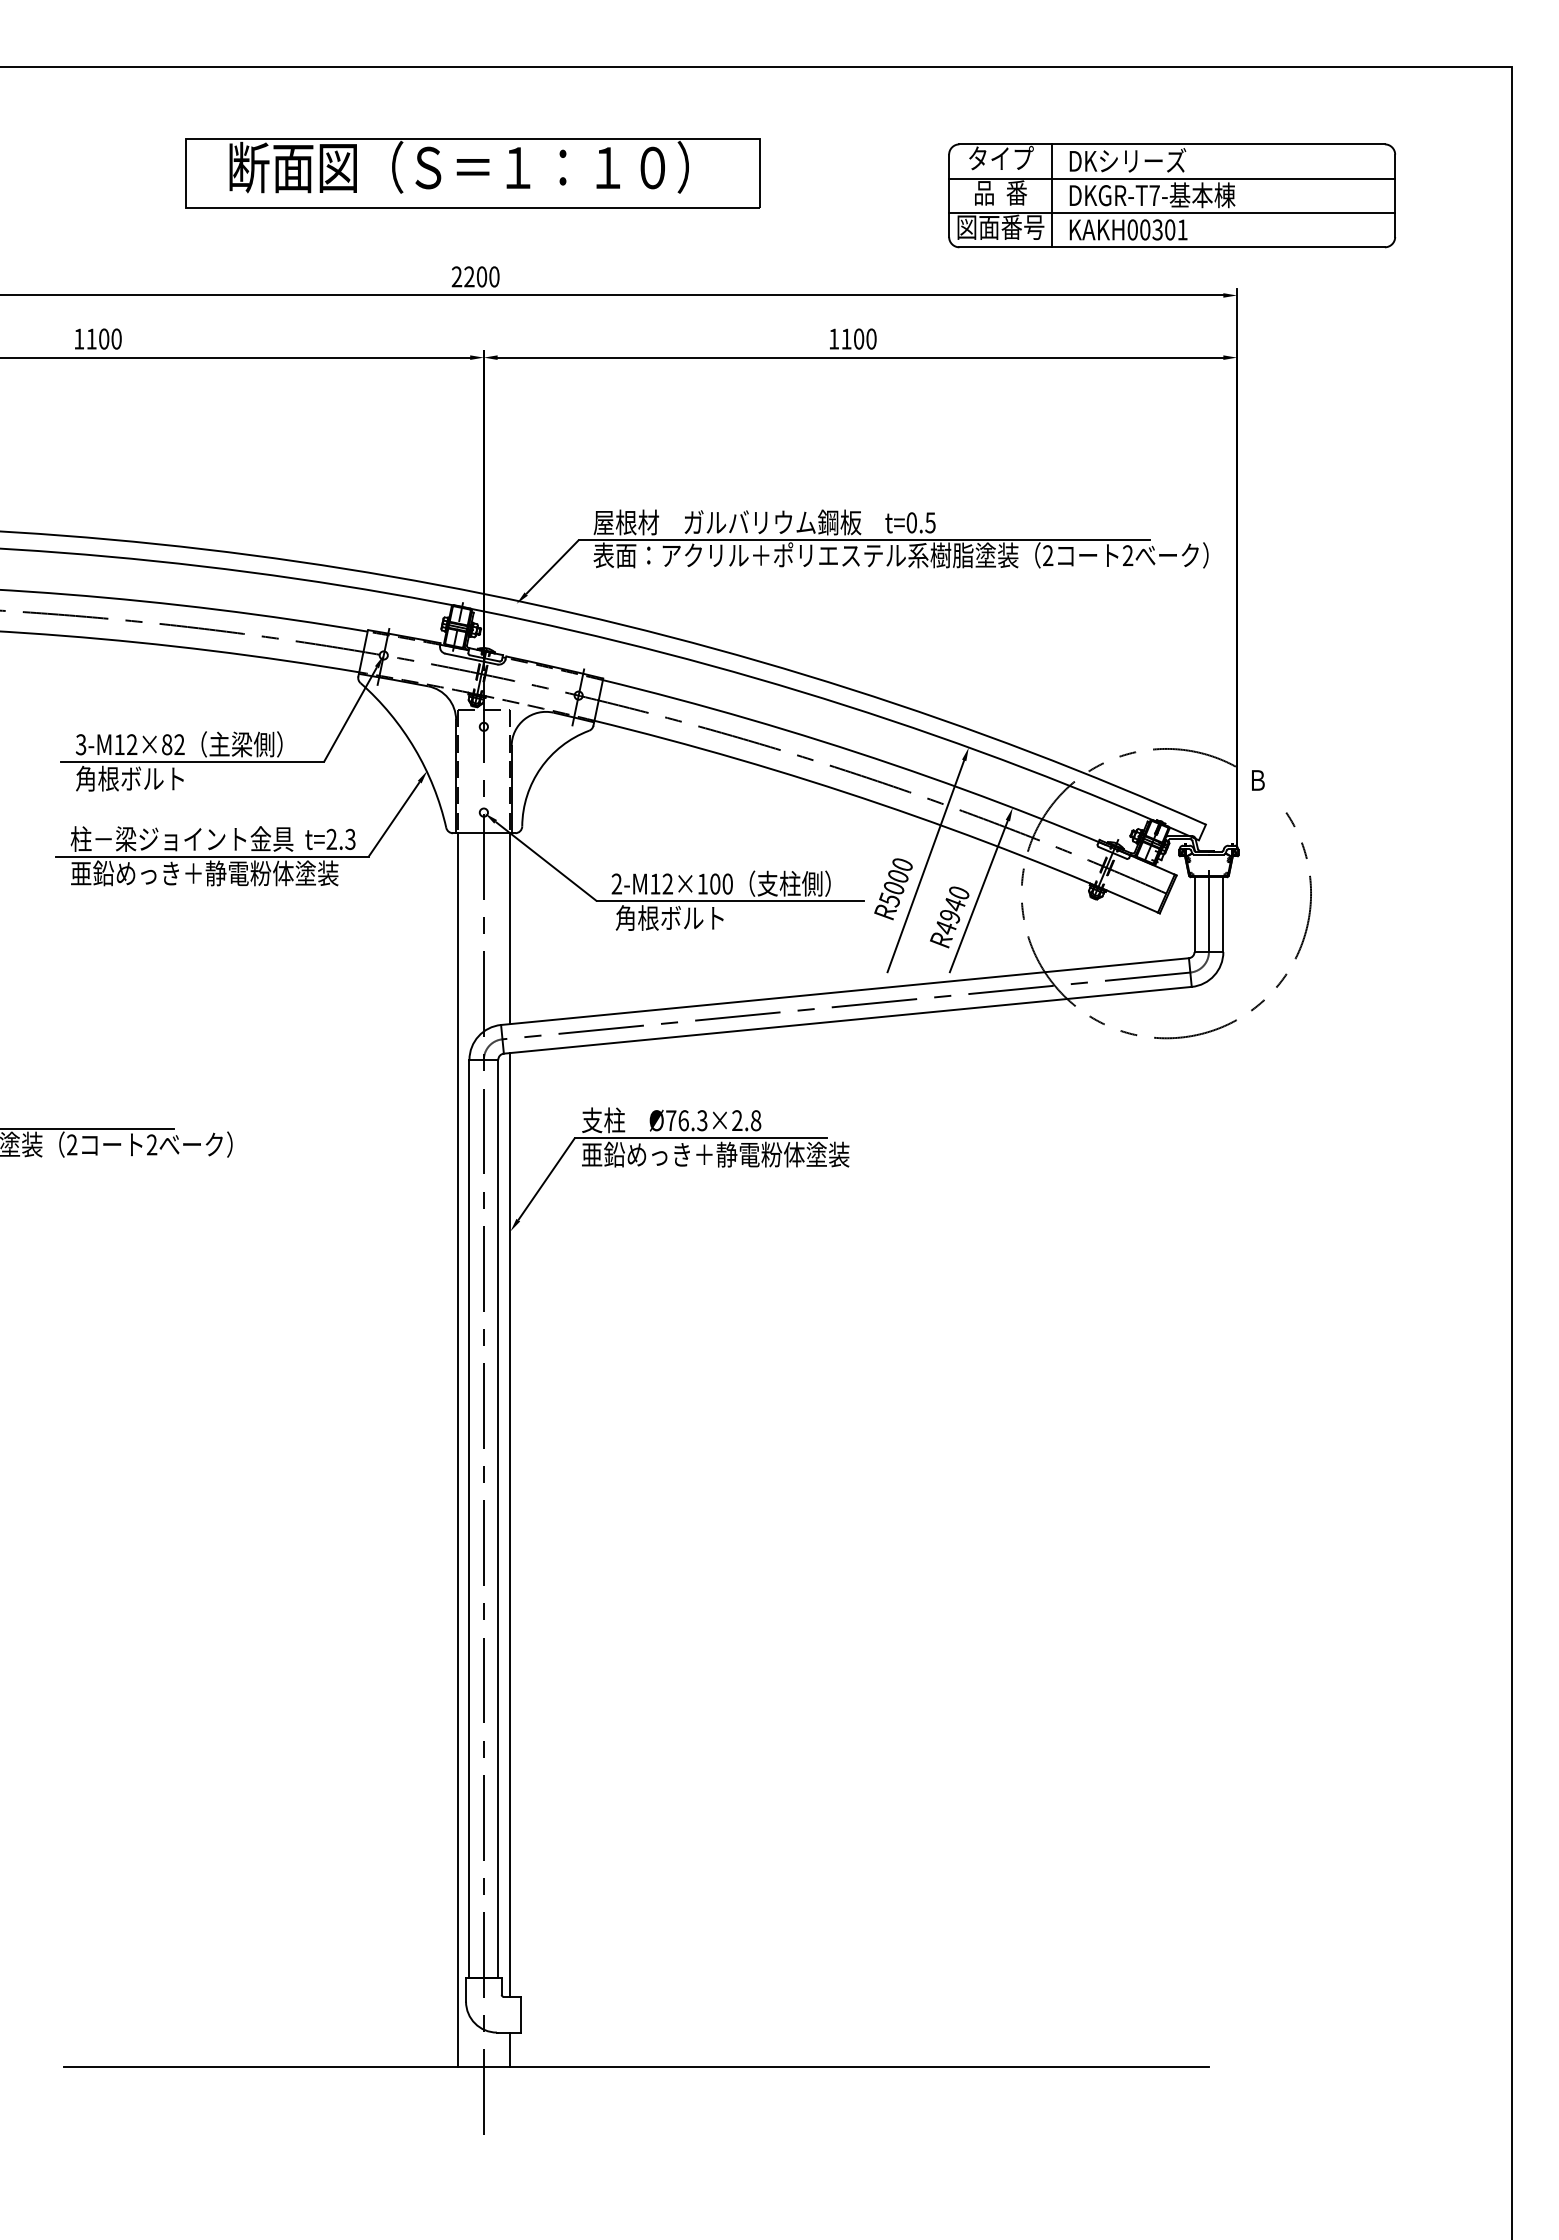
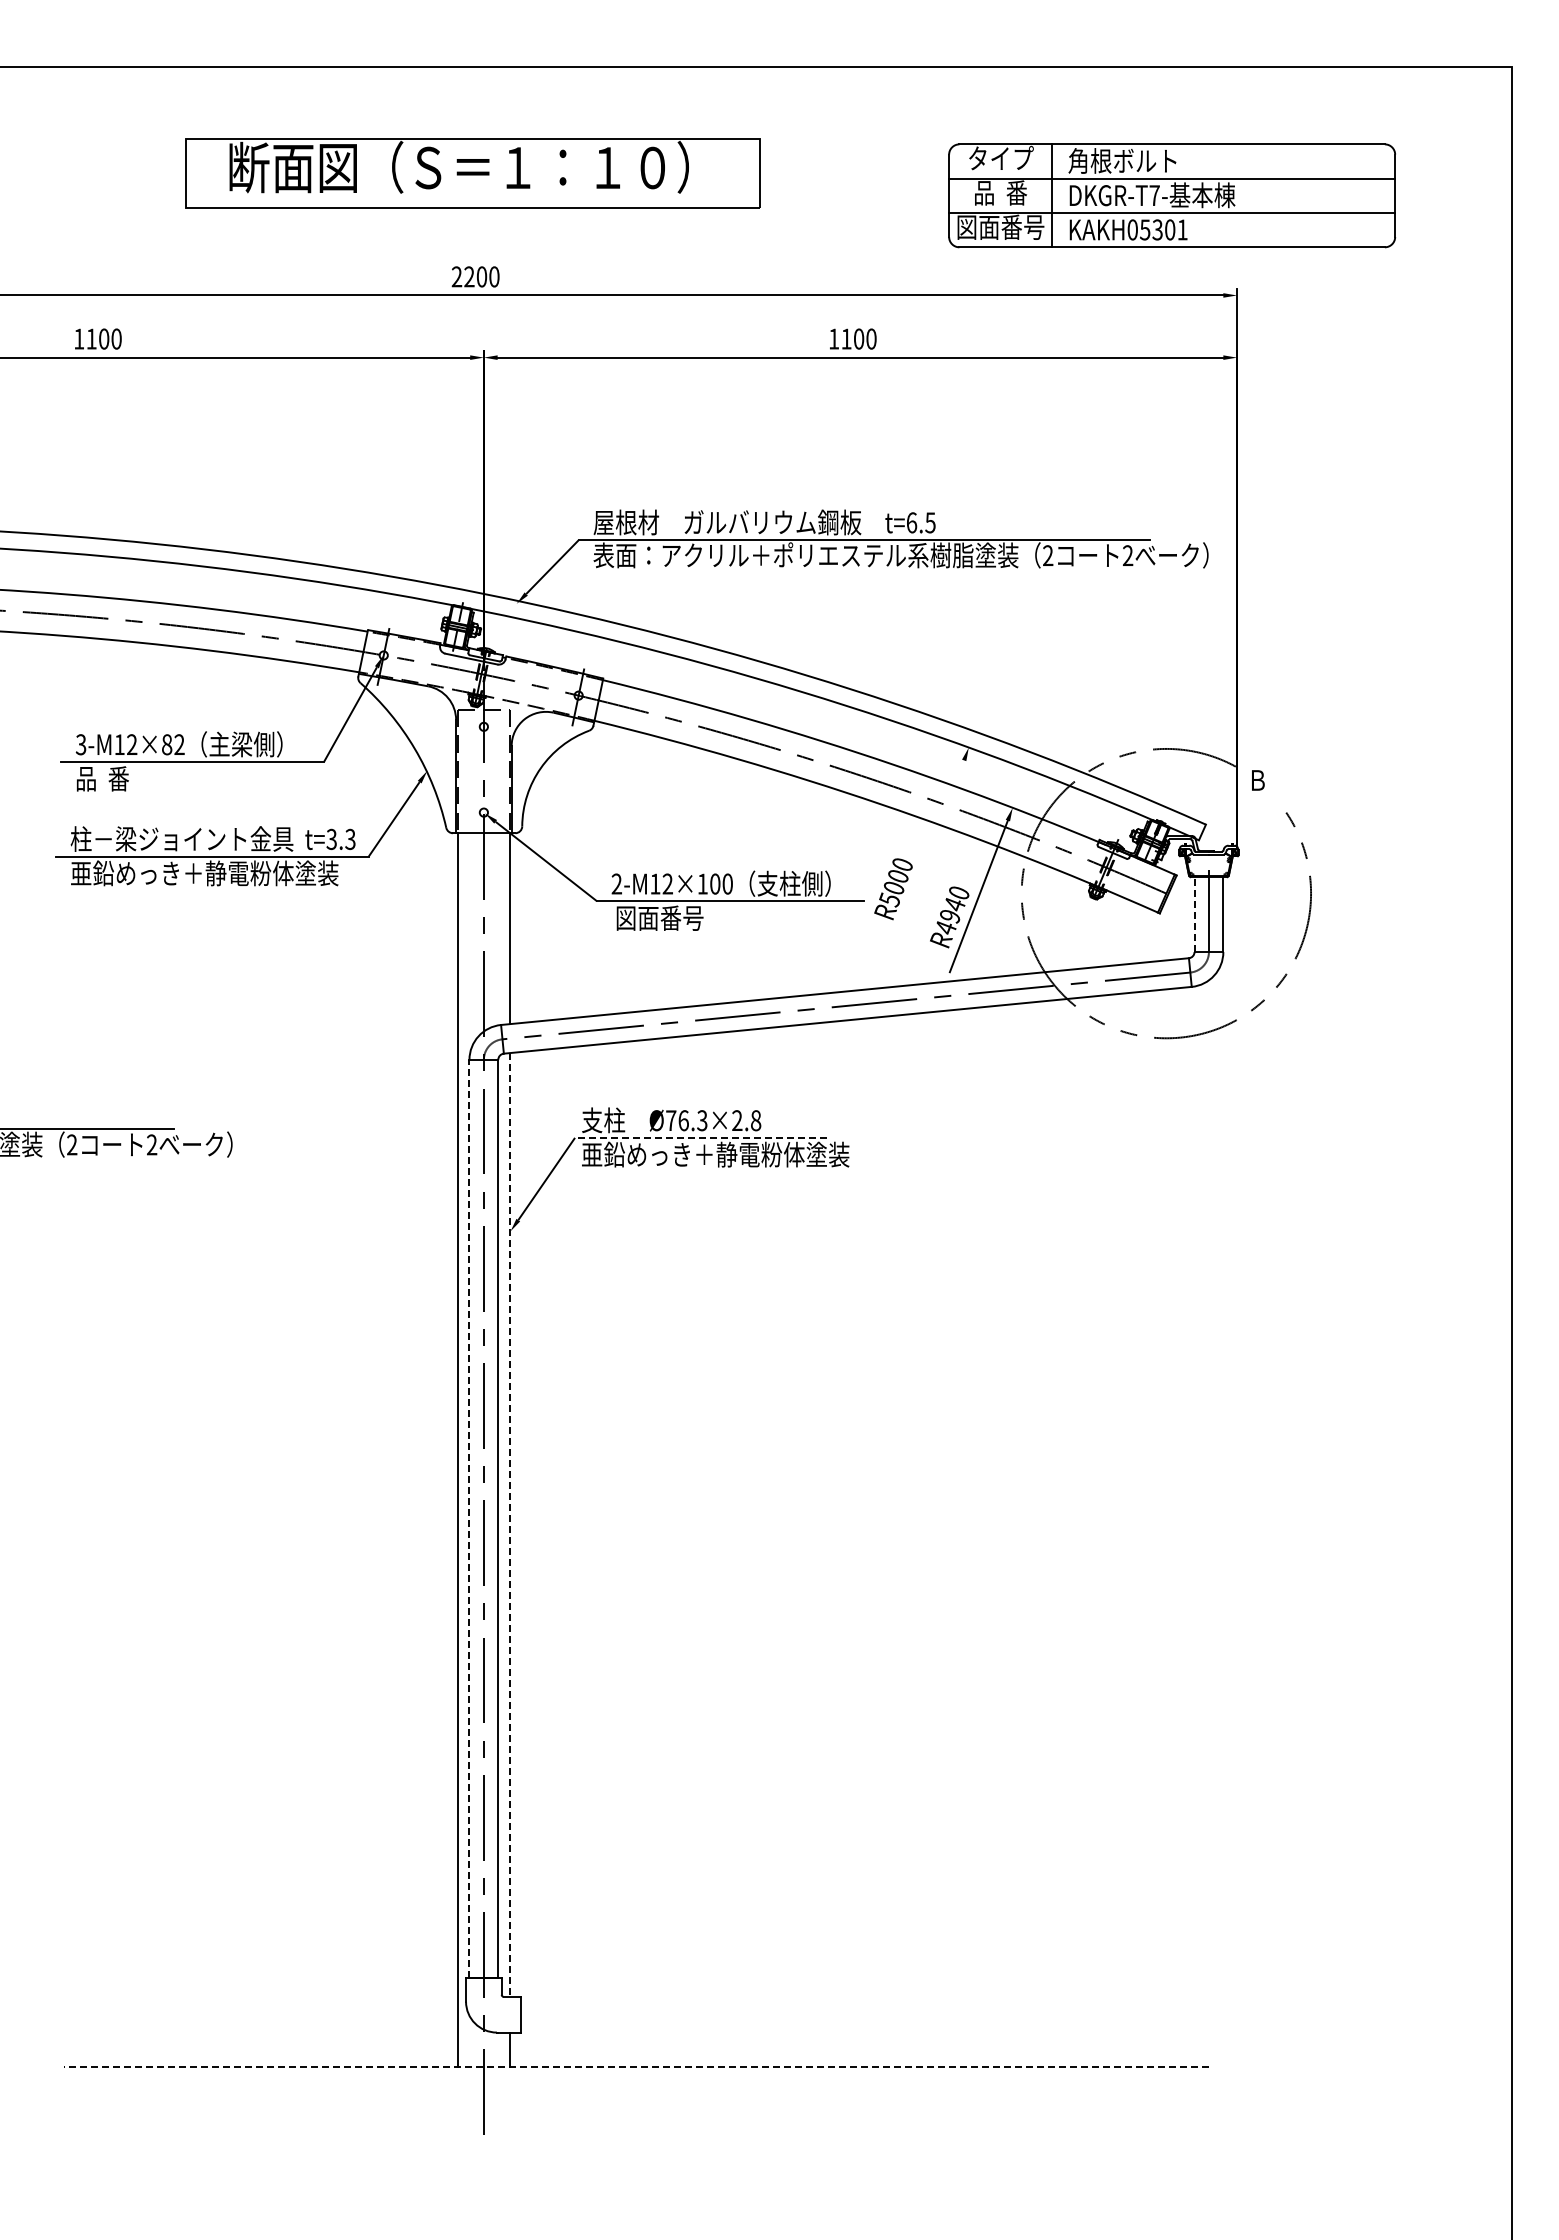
text at (1127, 160): DKシリーズ -> 角根ボルト
text at (1144, 229): KAKH00301 -> KAKH05301
text at (911, 522): t=0.5 -> t=6.5
text at (129, 778): 角根ボルト -> 品  番
text at (331, 839): t=2.3 -> t=3.3
line at (925, 866): present -> none
line at (1194, 914): solid -> dashed
text at (669, 917): 角根ボルト -> 図面番号
line at (700, 1137): solid -> dashed
line at (469, 1518): solid -> dashed
line at (510, 1524): solid -> dashed
line at (636, 2066): solid -> dashed
